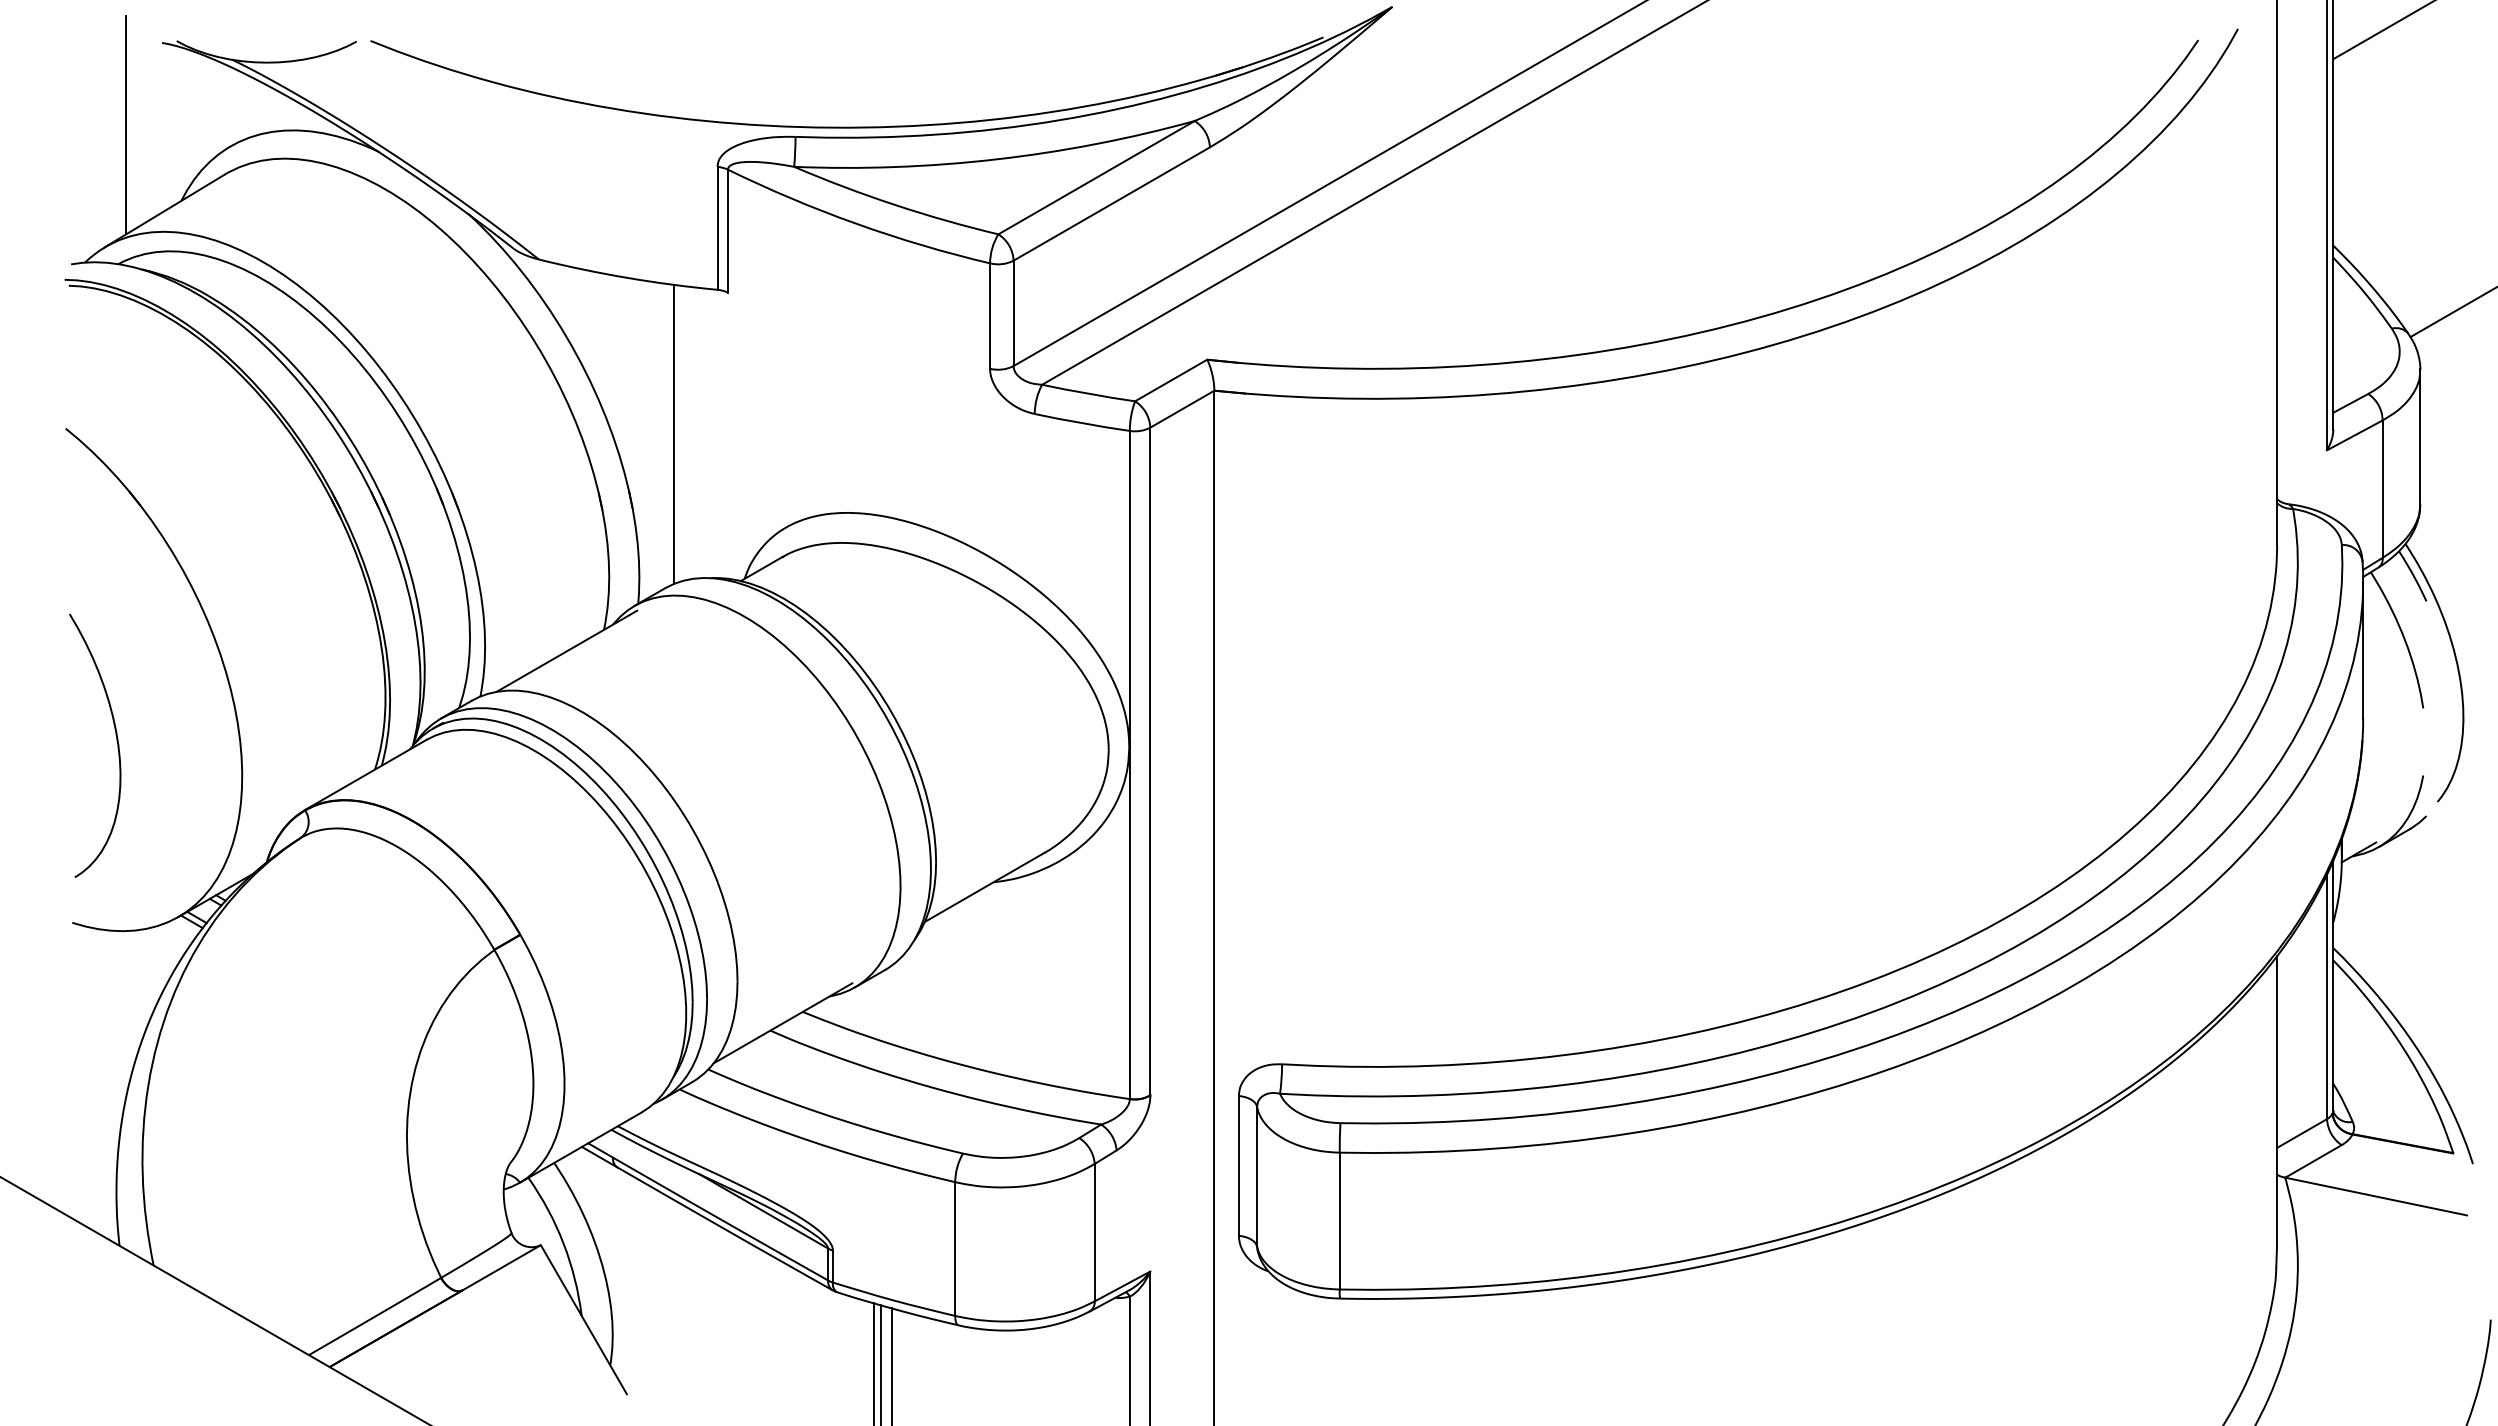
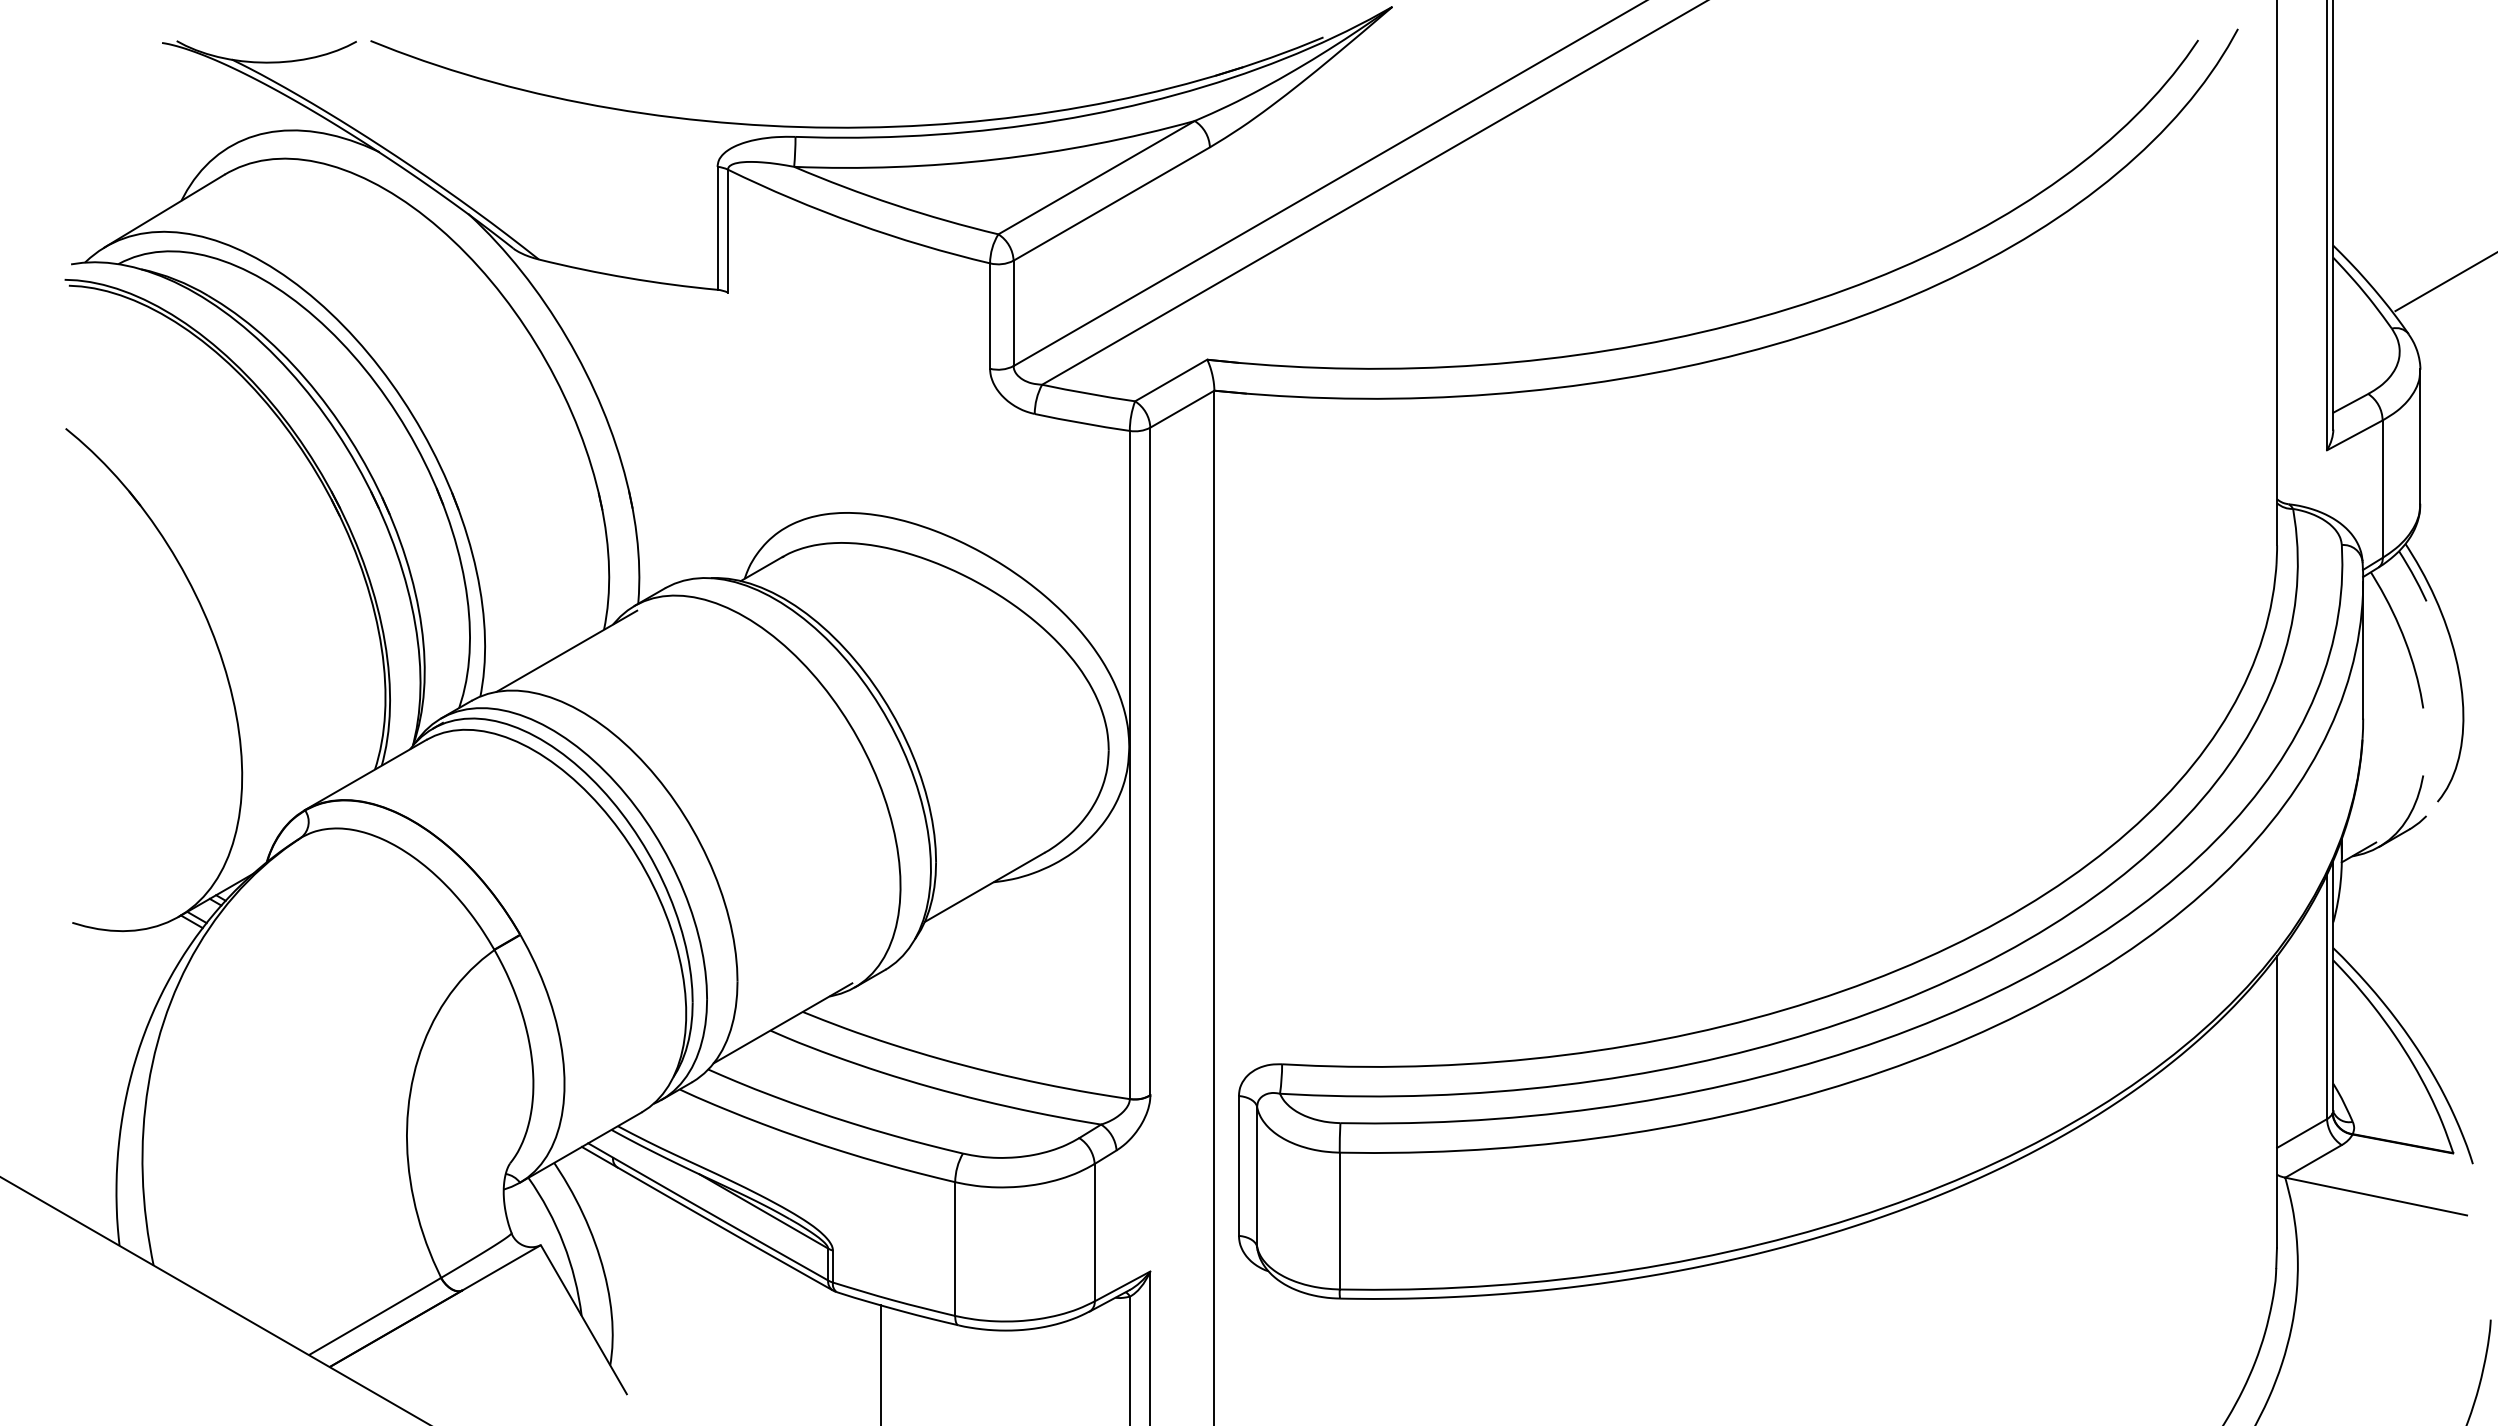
line at (2382, 30): present -> none
line at (126, 124): present -> none
line at (2452, 312) position: (2452, 312) -> (2444, 282)
line at (673, 433): present -> none
curve at (116, 741): present -> none
line at (874, 1362): present -> none
line at (891, 1365): present -> none
